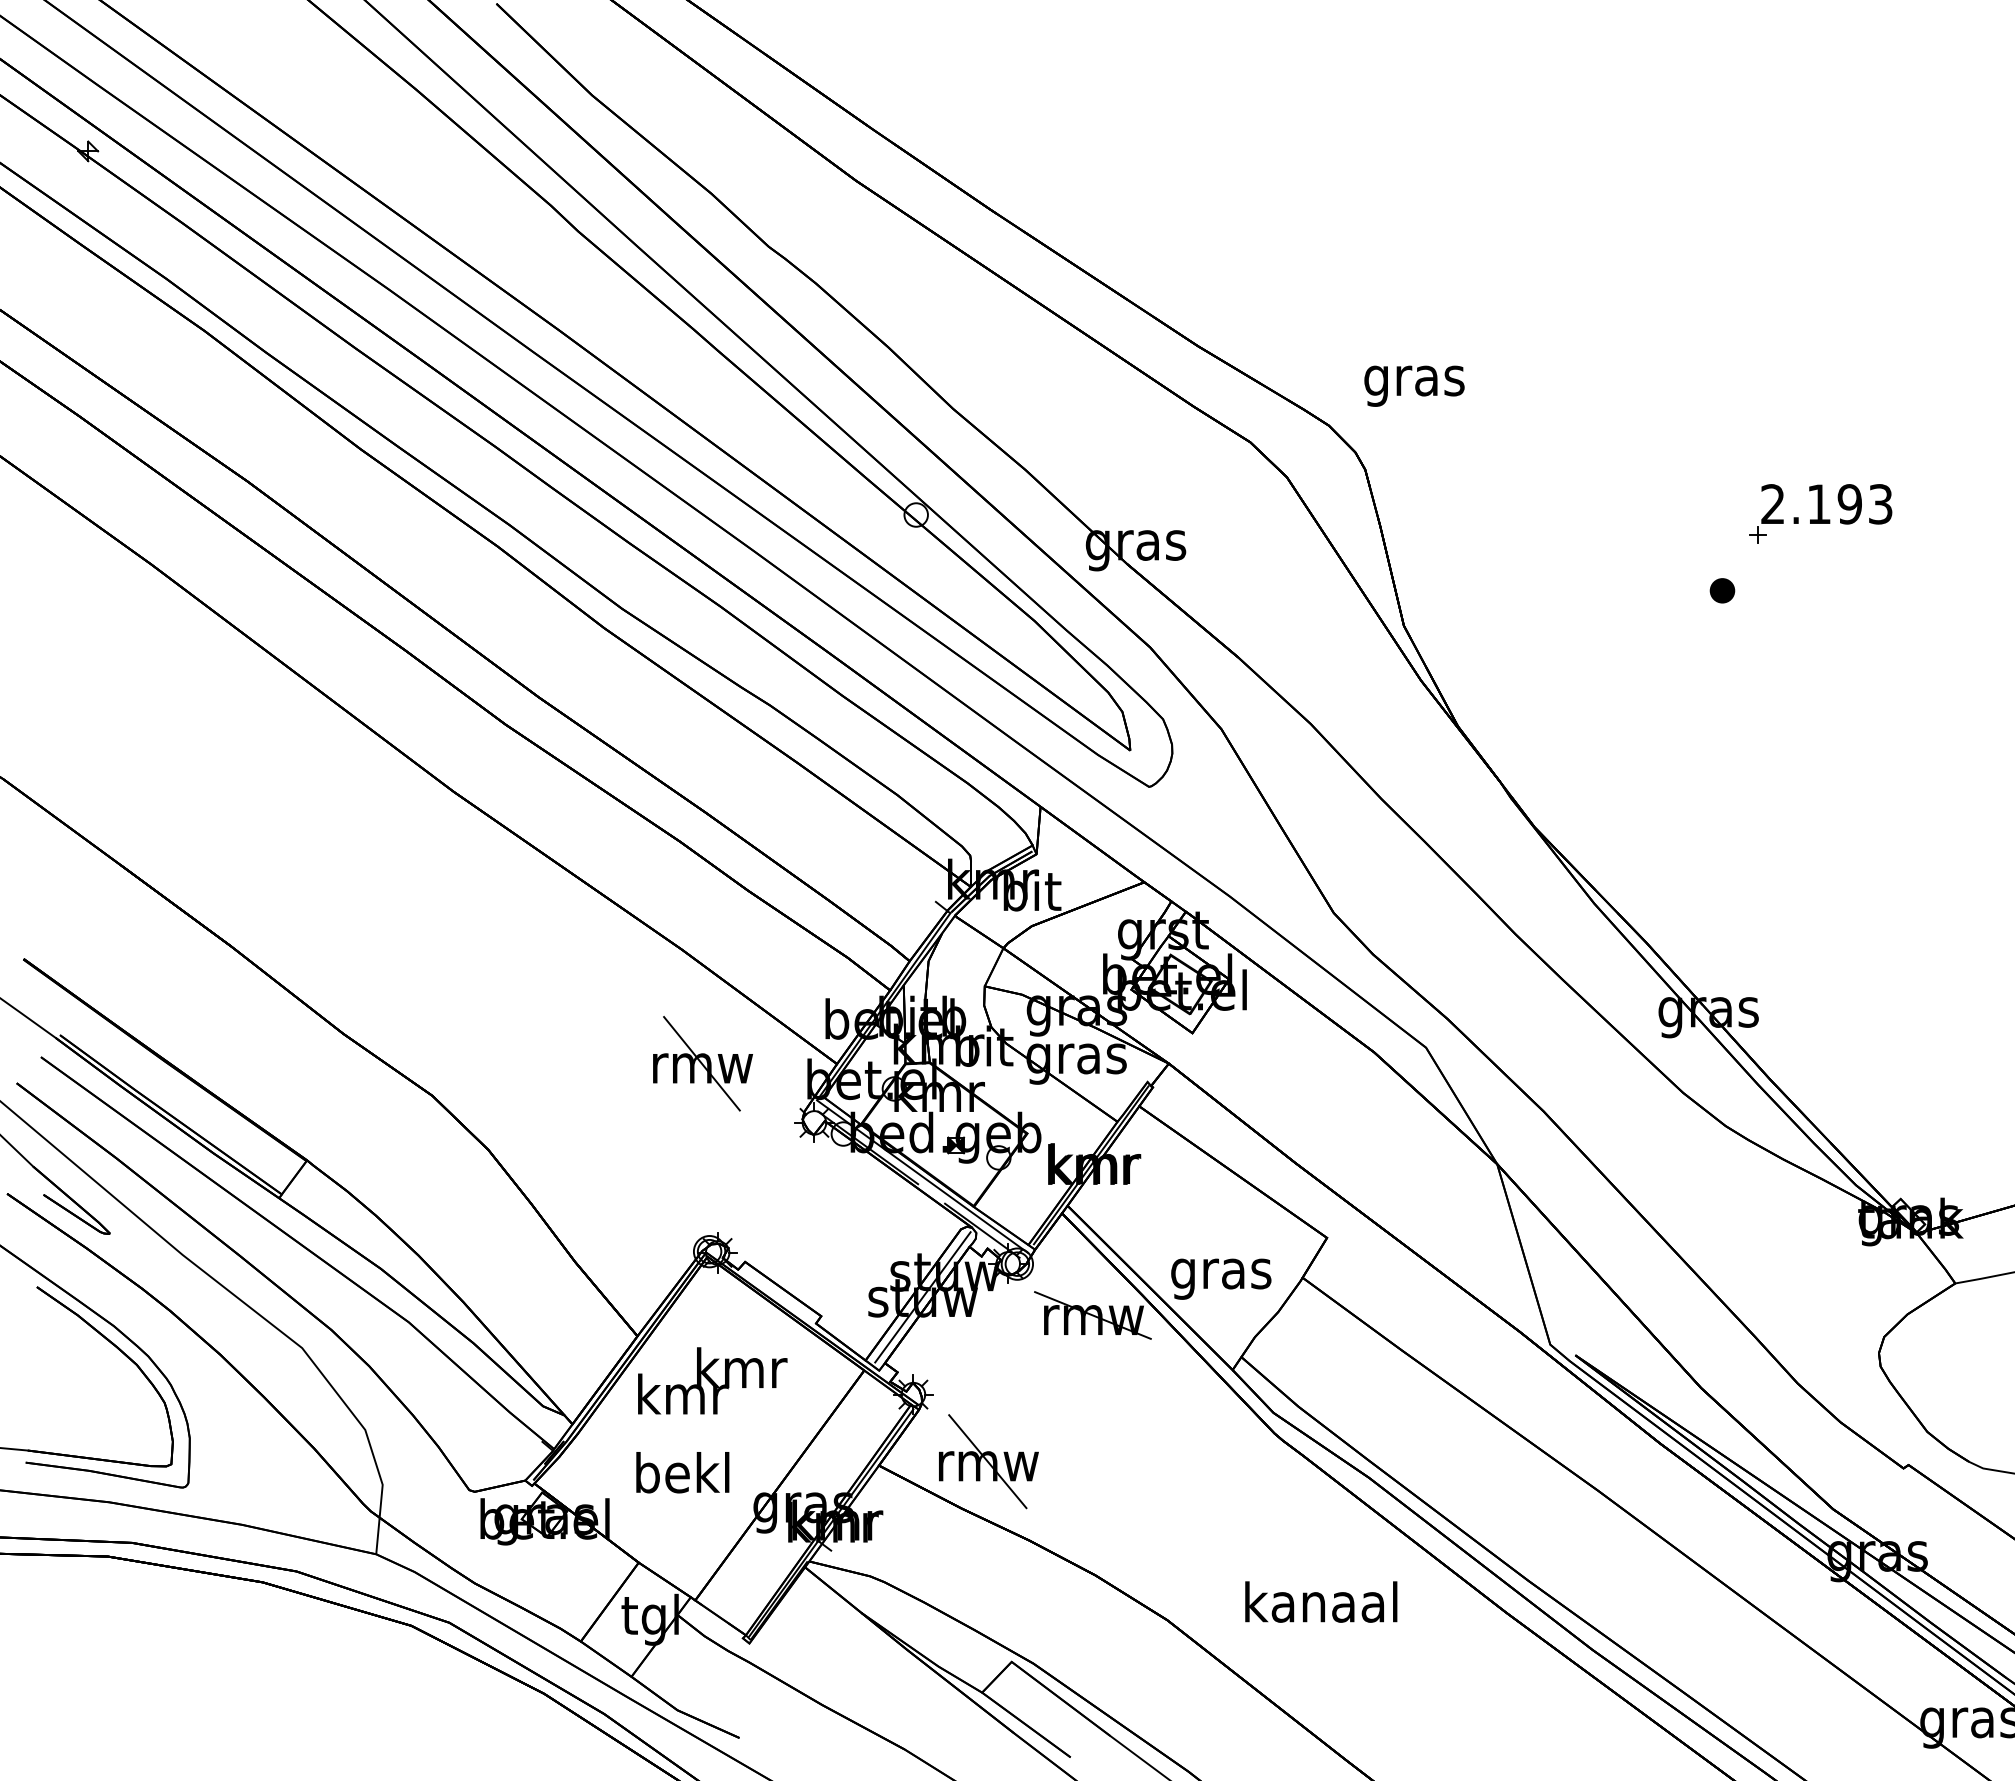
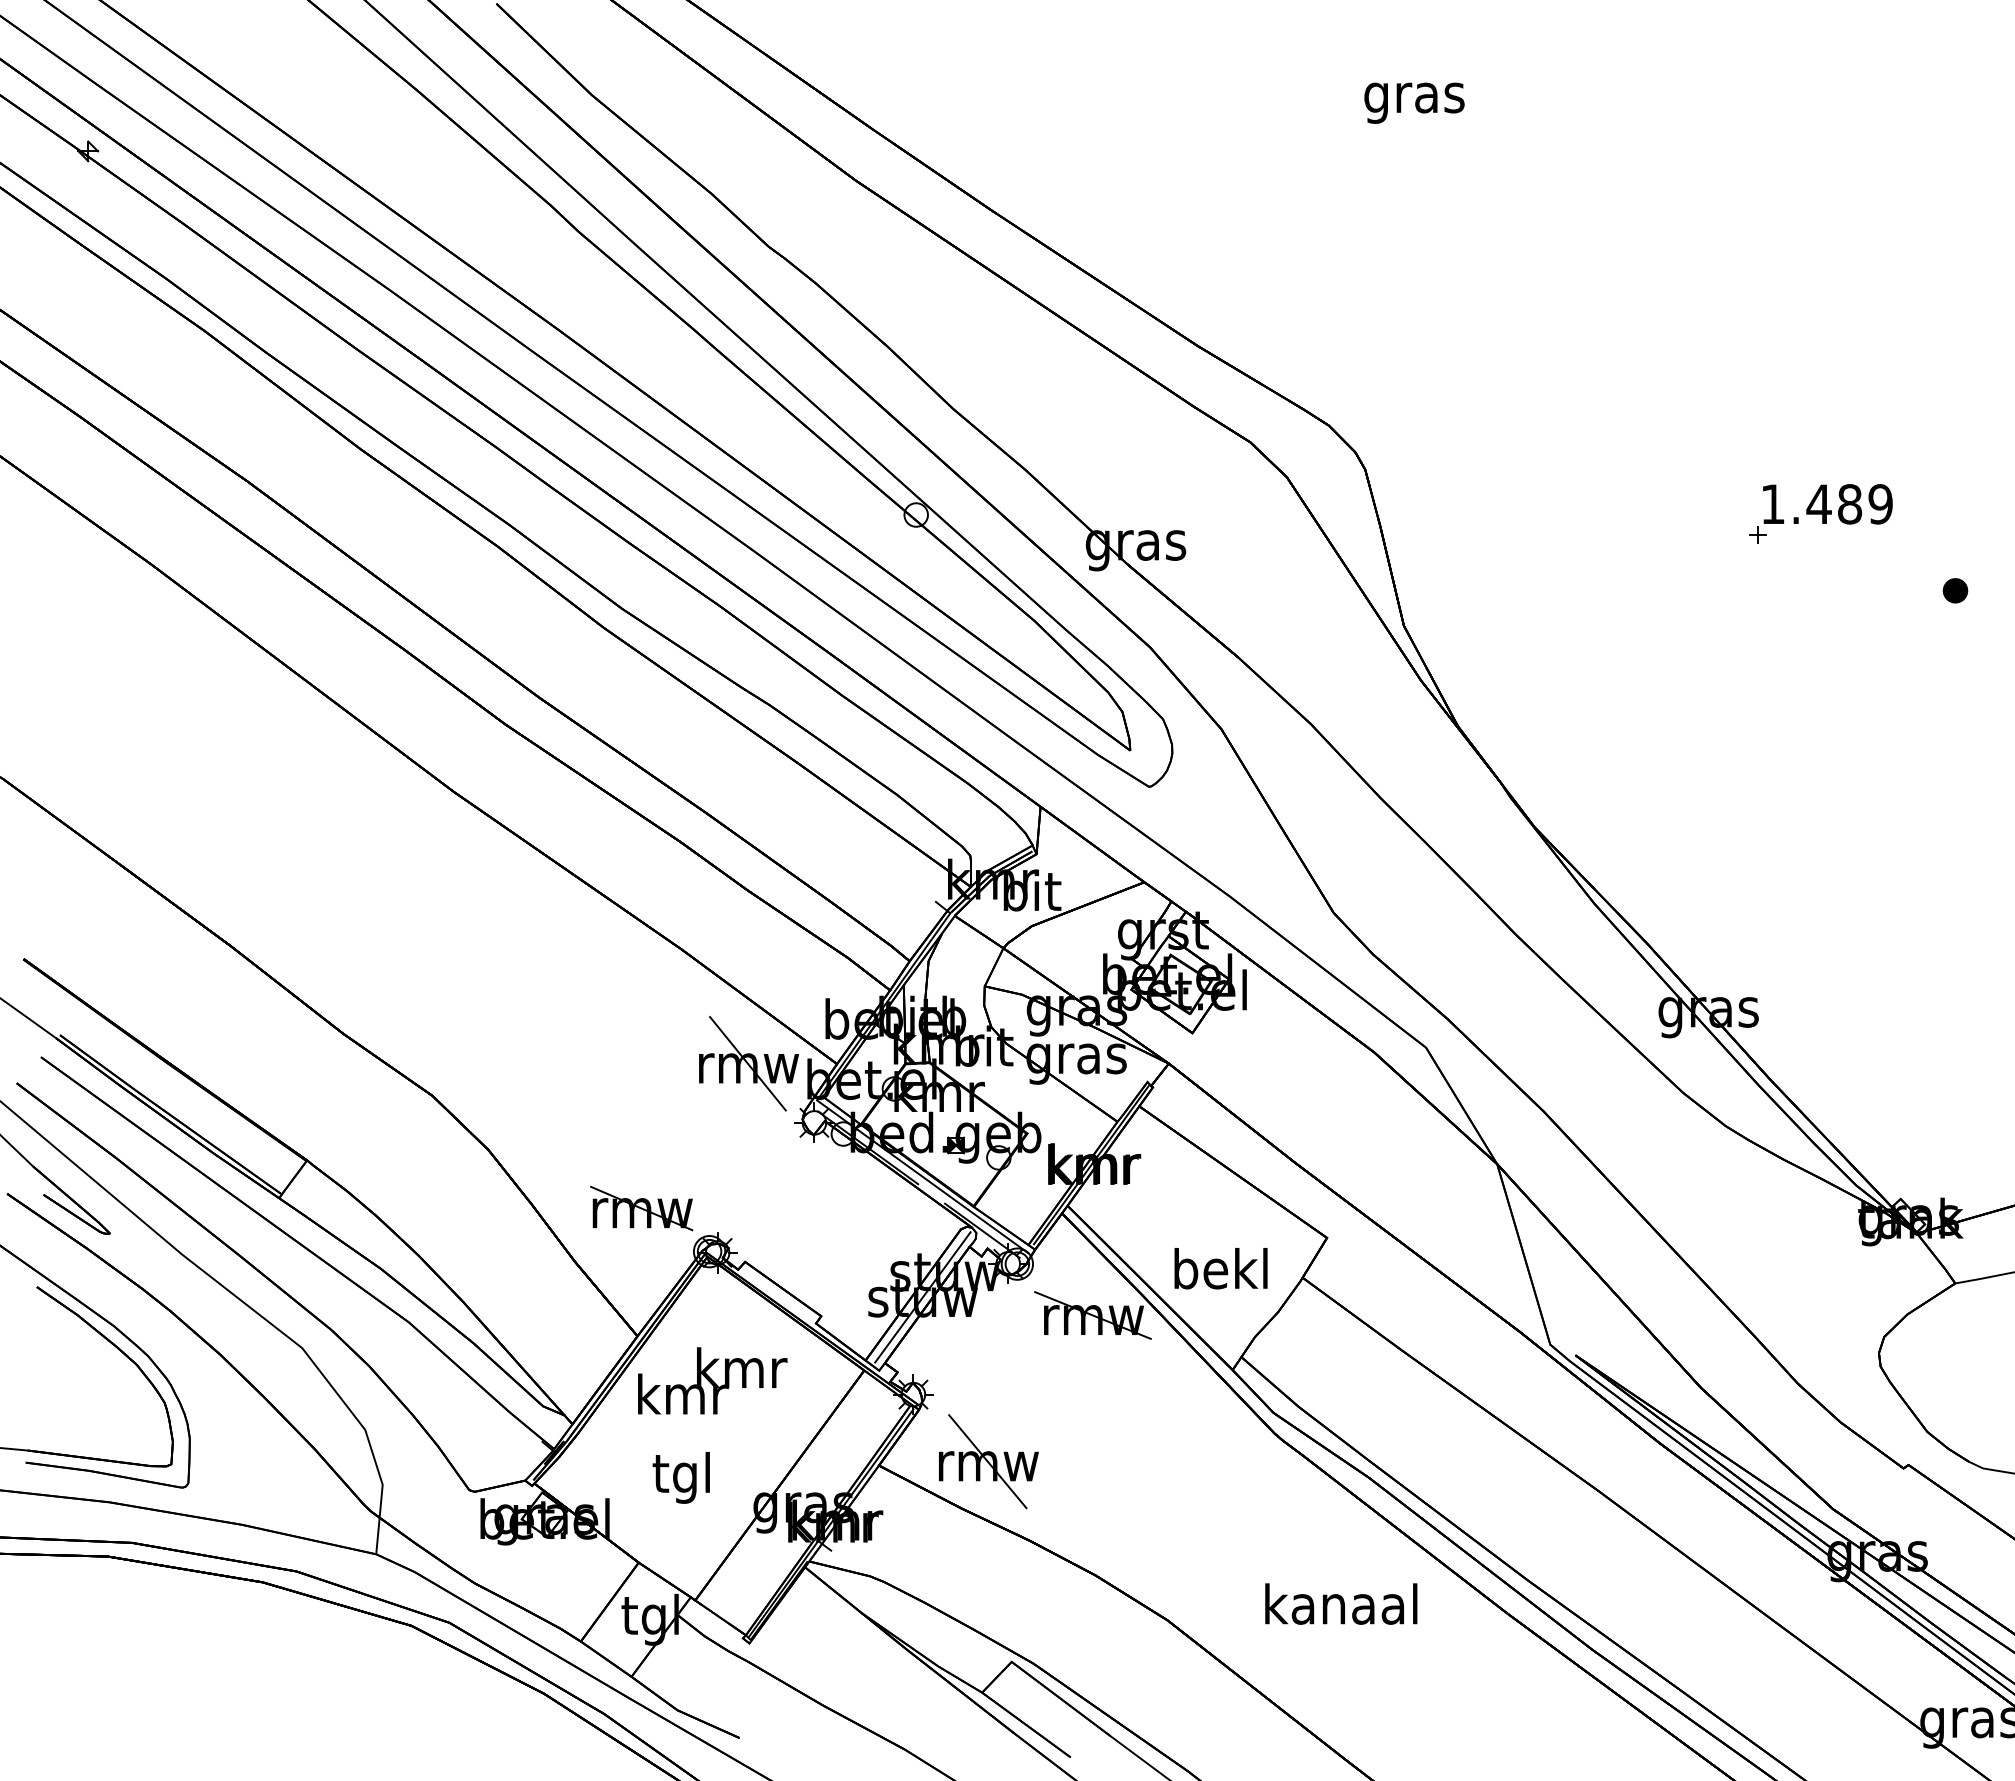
text at (1414, 385) position: (1414, 385) -> (1414, 102)
text at (1826, 504): 2.193 -> 1.489
part at (1722, 590) position: (1722, 590) -> (1955, 590)
part at (702, 1063) position: (702, 1063) -> (748, 1063)
part at (641, 1208): none -> present
text at (1221, 1273): gras -> bekl
text at (682, 1477): bekl -> tgl
text at (1321, 1601) position: (1321, 1601) -> (1341, 1603)
